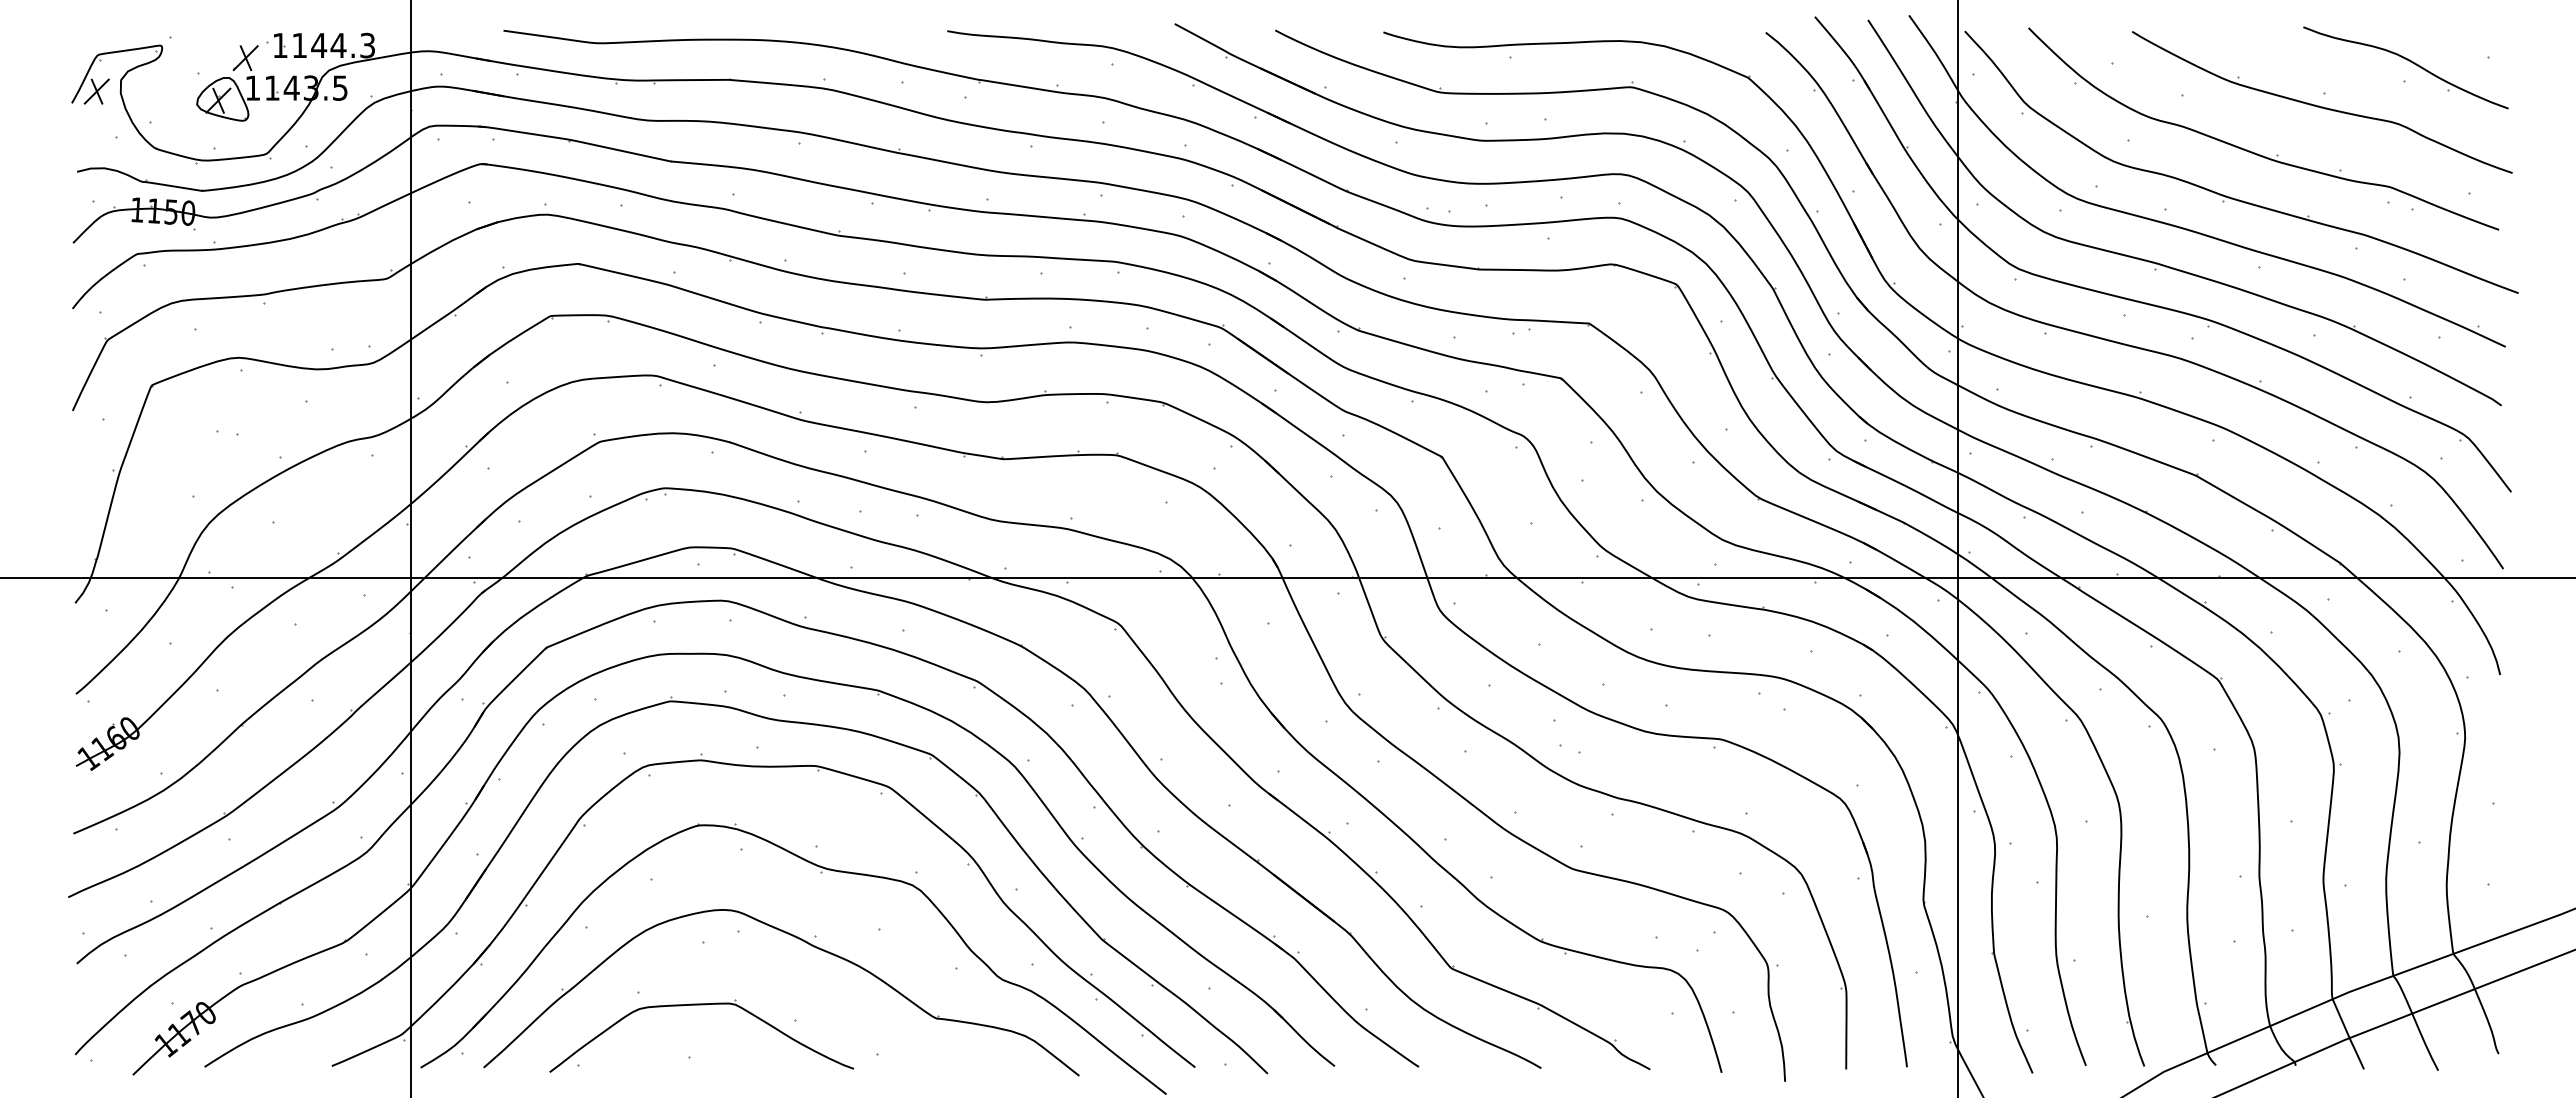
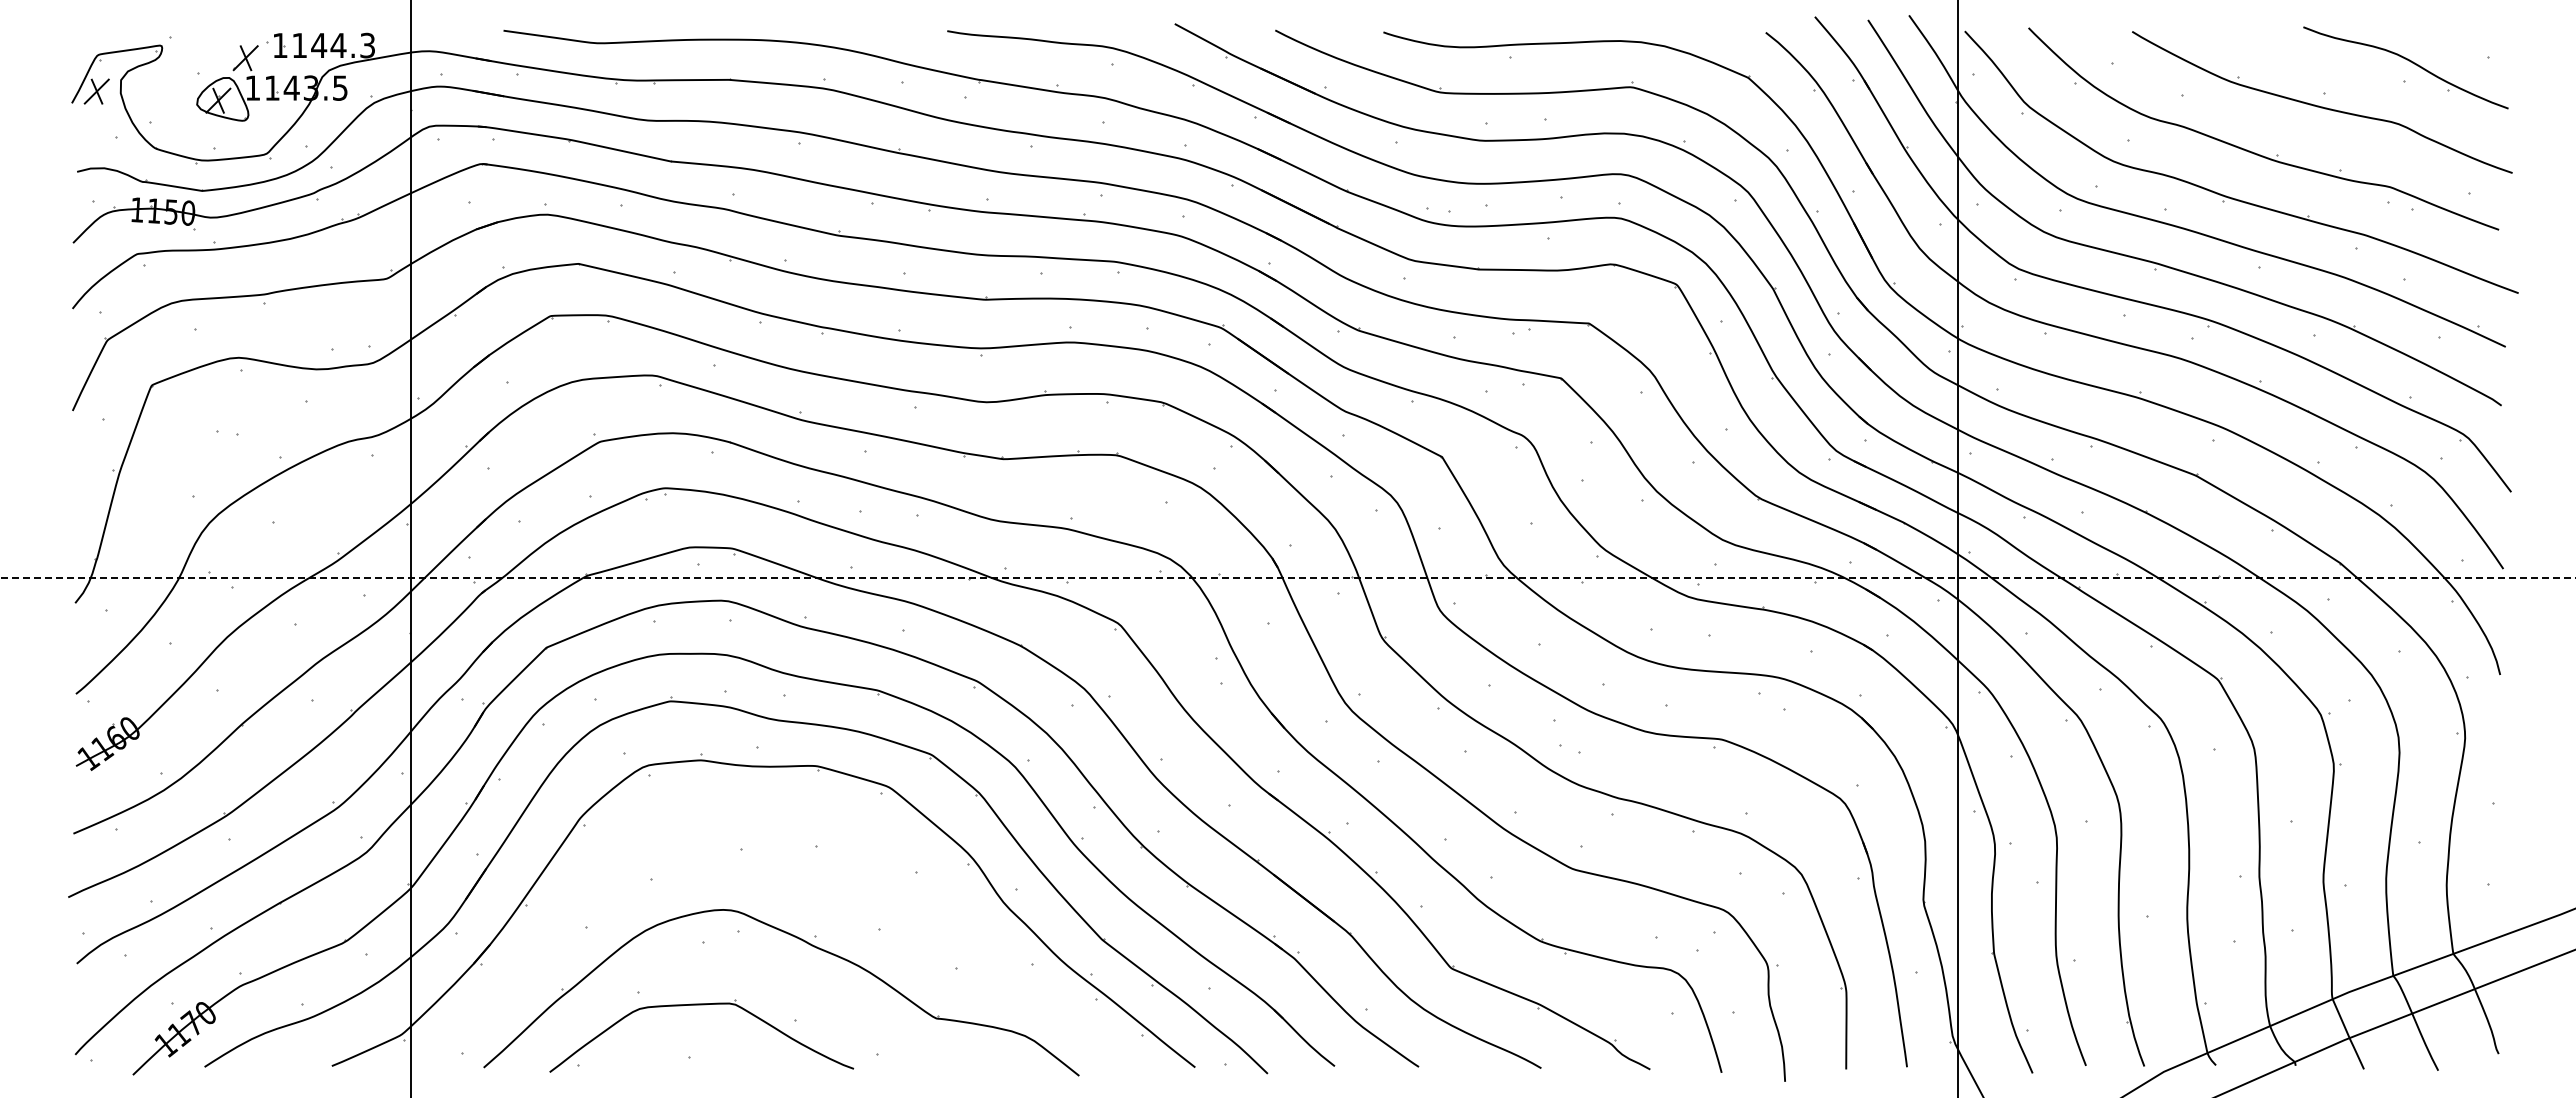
line at (1288, 578): solid -> dashed
part at (821, 873): present -> none
